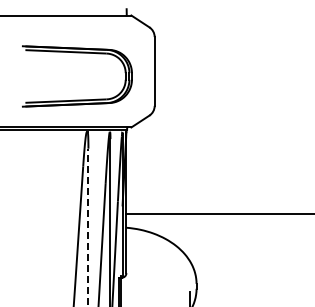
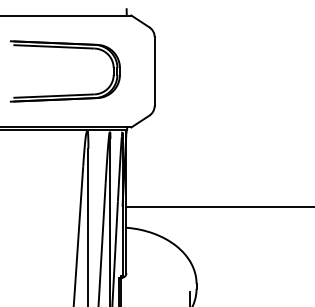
part at (77, 53) position: (77, 53) -> (65, 48)
line at (218, 214) position: (218, 214) -> (218, 207)
line at (88, 227): dashed -> solid
